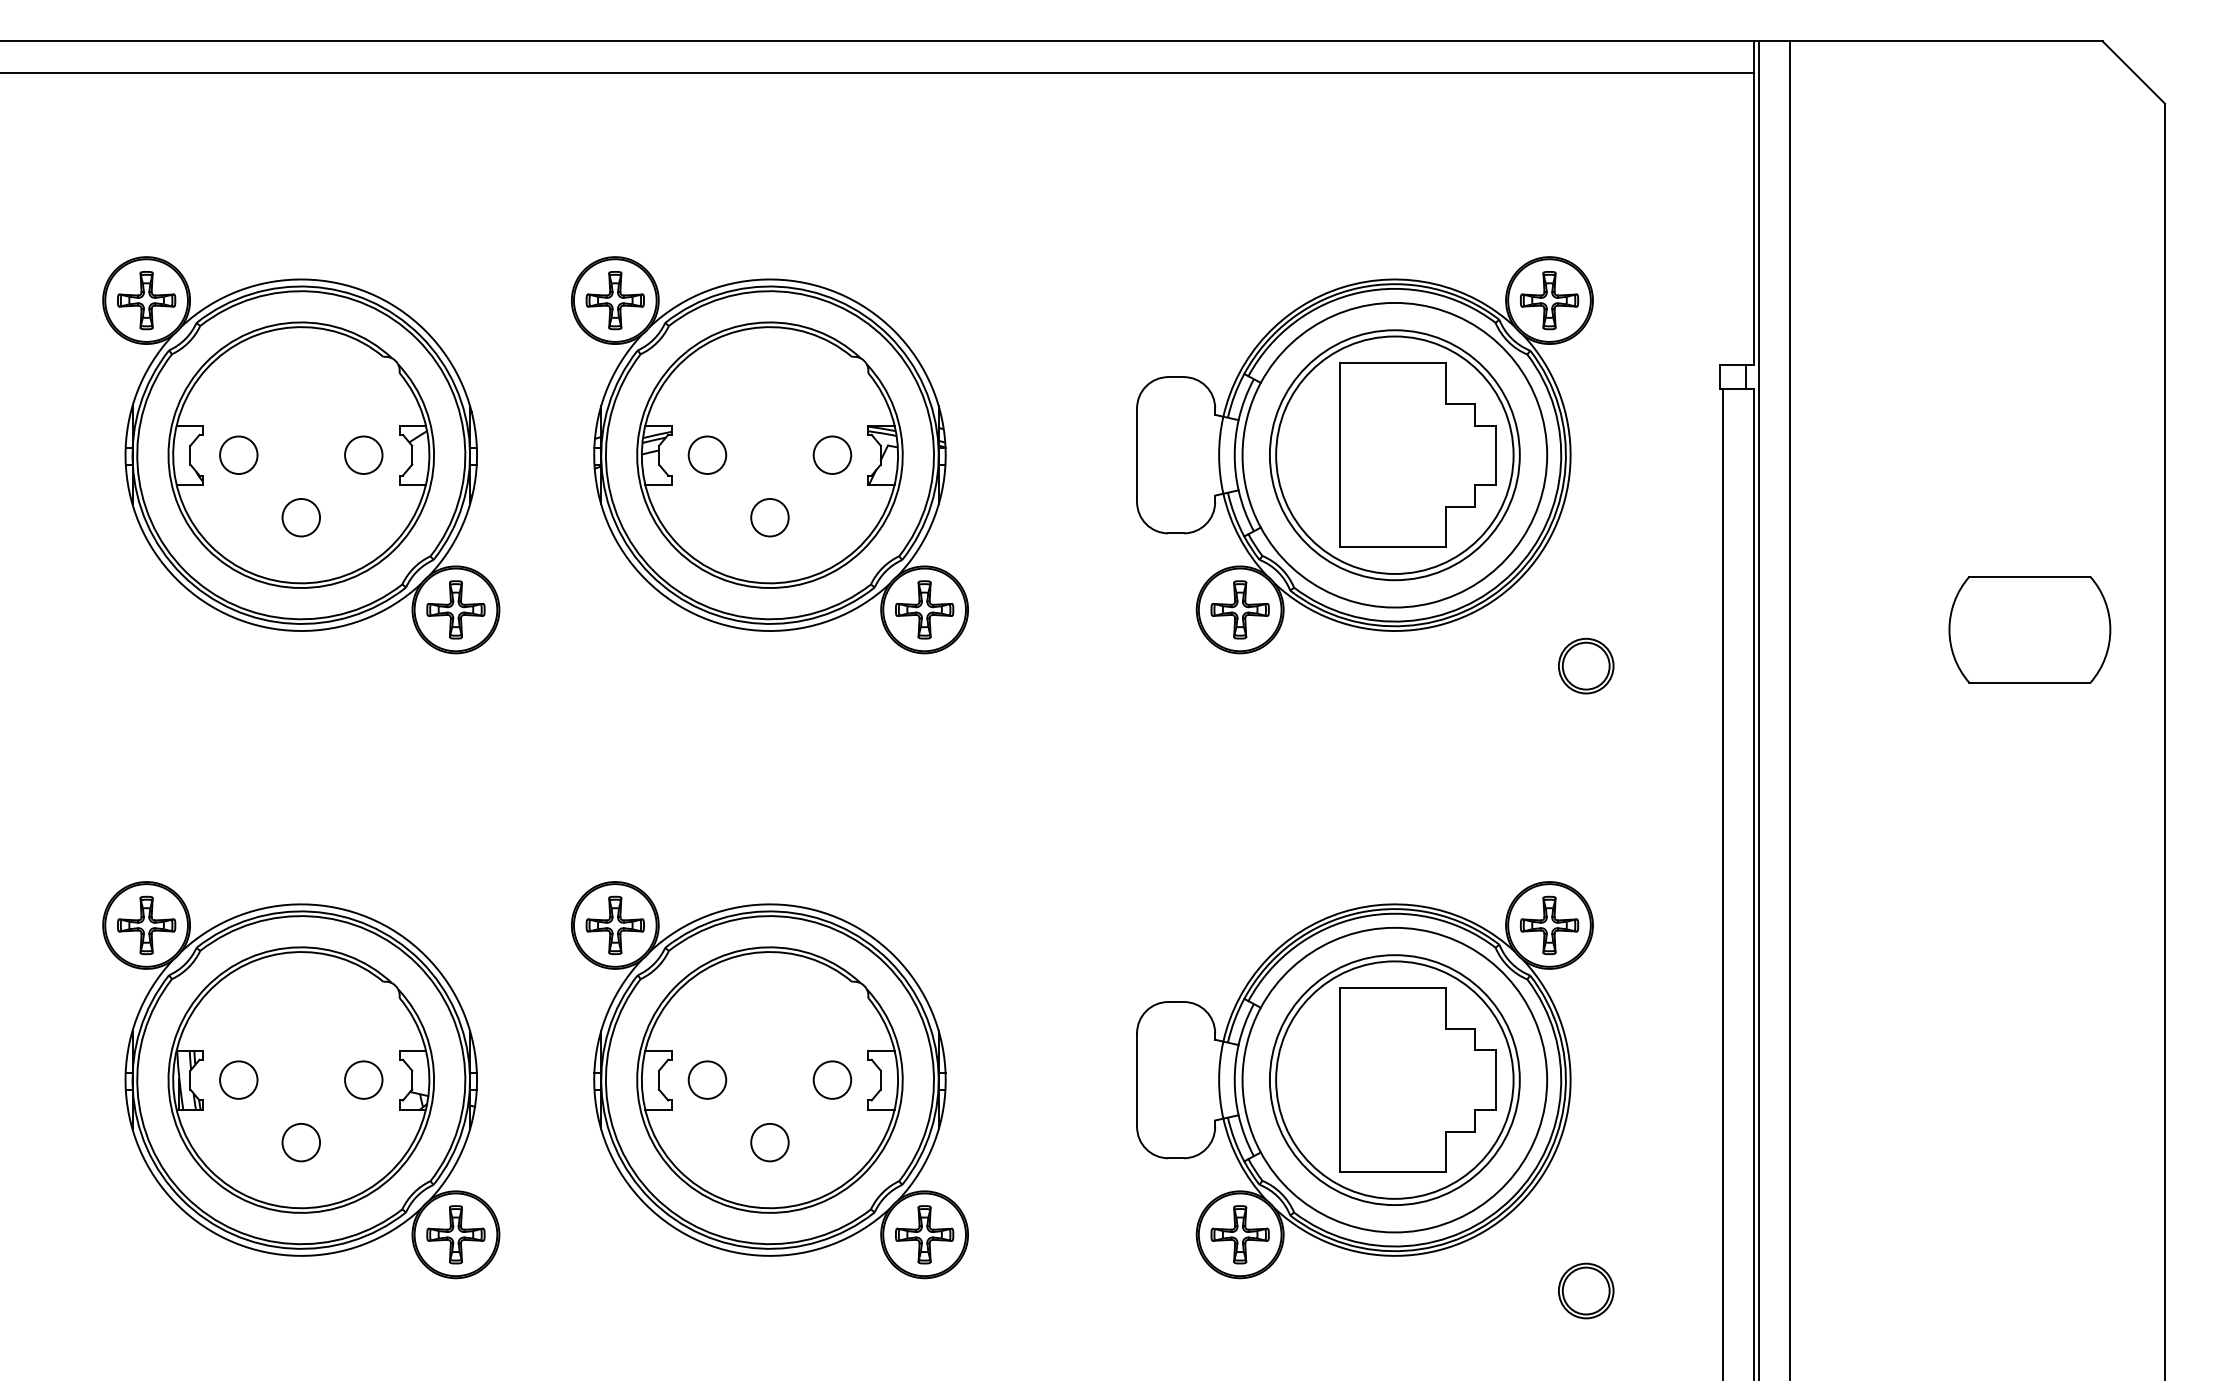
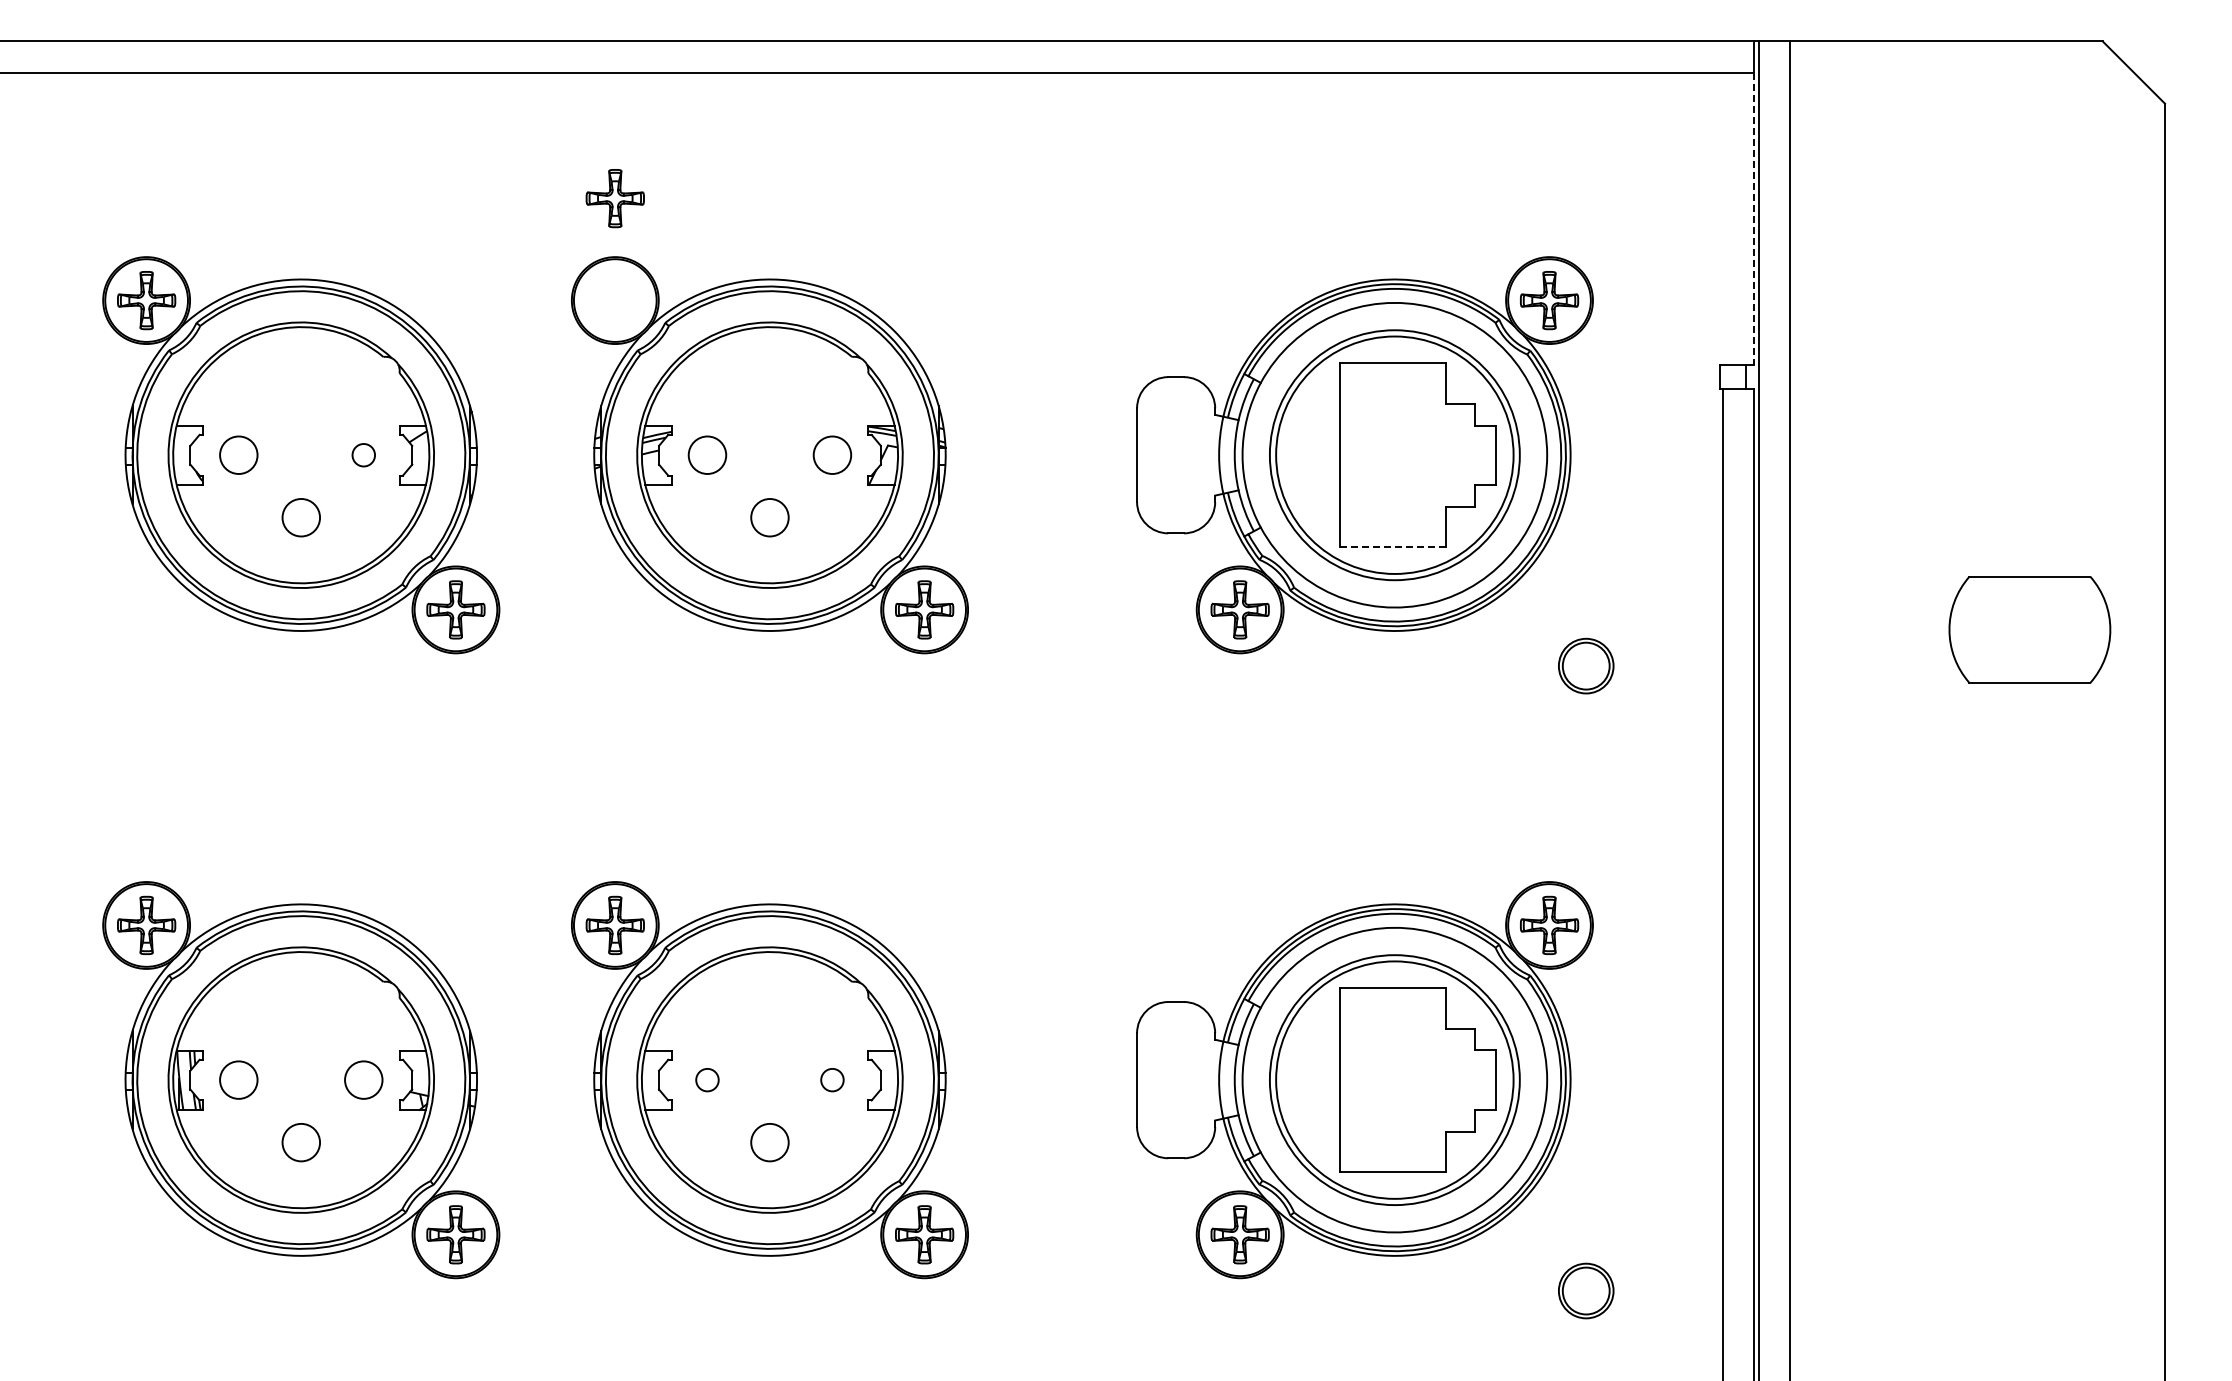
line at (1754, 219): solid -> dashed
part at (614, 300) position: (614, 300) -> (614, 198)
circle at (363, 454) diameter: 37 px -> 22 px
line at (1392, 547): solid -> dashed
circle at (707, 1079) diameter: 37 px -> 22 px
circle at (832, 1079) diameter: 37 px -> 22 px
